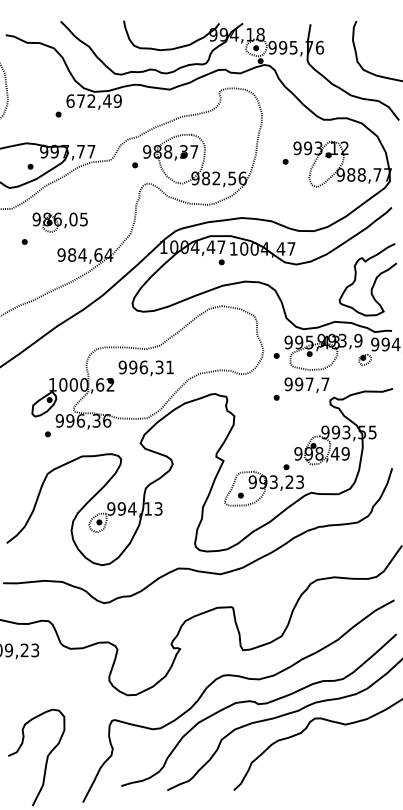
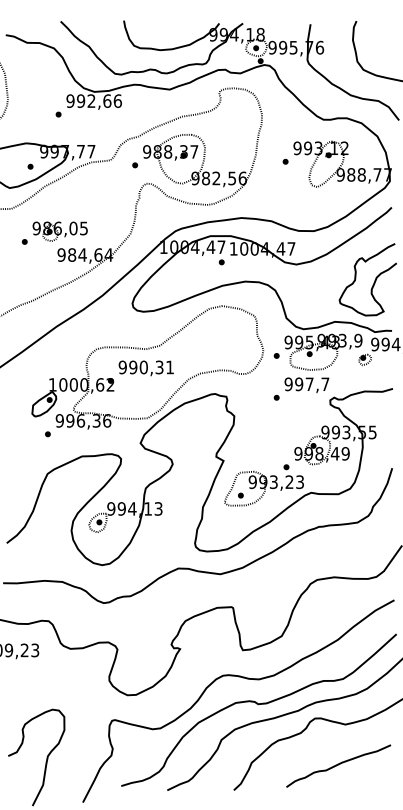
text at (93, 100): 672,49 -> 992,66
part at (59, 222) position: (59, 222) -> (59, 231)
text at (143, 366): 996,31 -> 990,31
curve at (338, 765): none -> present
